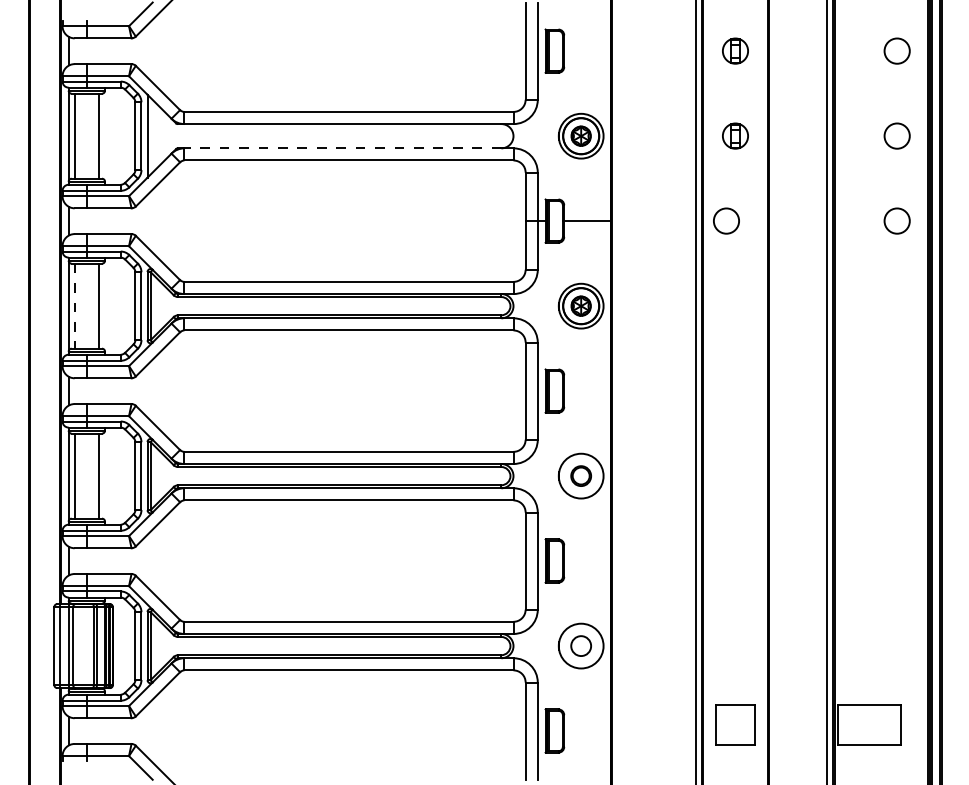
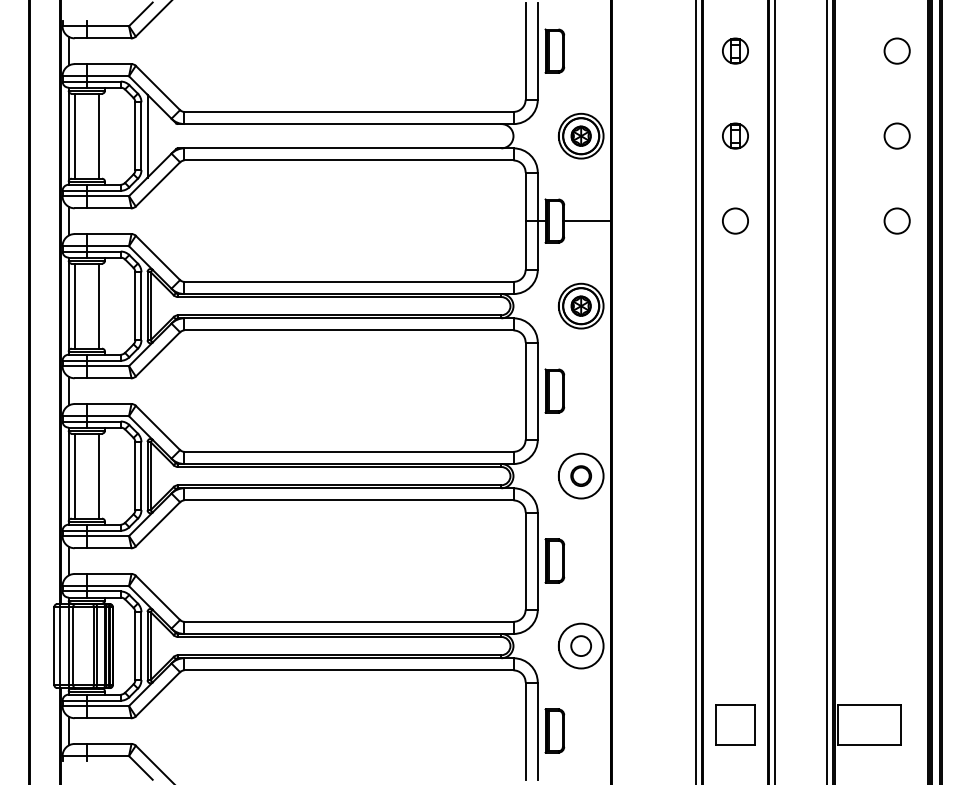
line at (342, 148): dashed -> solid
circle at (726, 220) position: (726, 220) -> (735, 220)
line at (75, 306): dashed -> solid
line at (775, 391): none -> present
